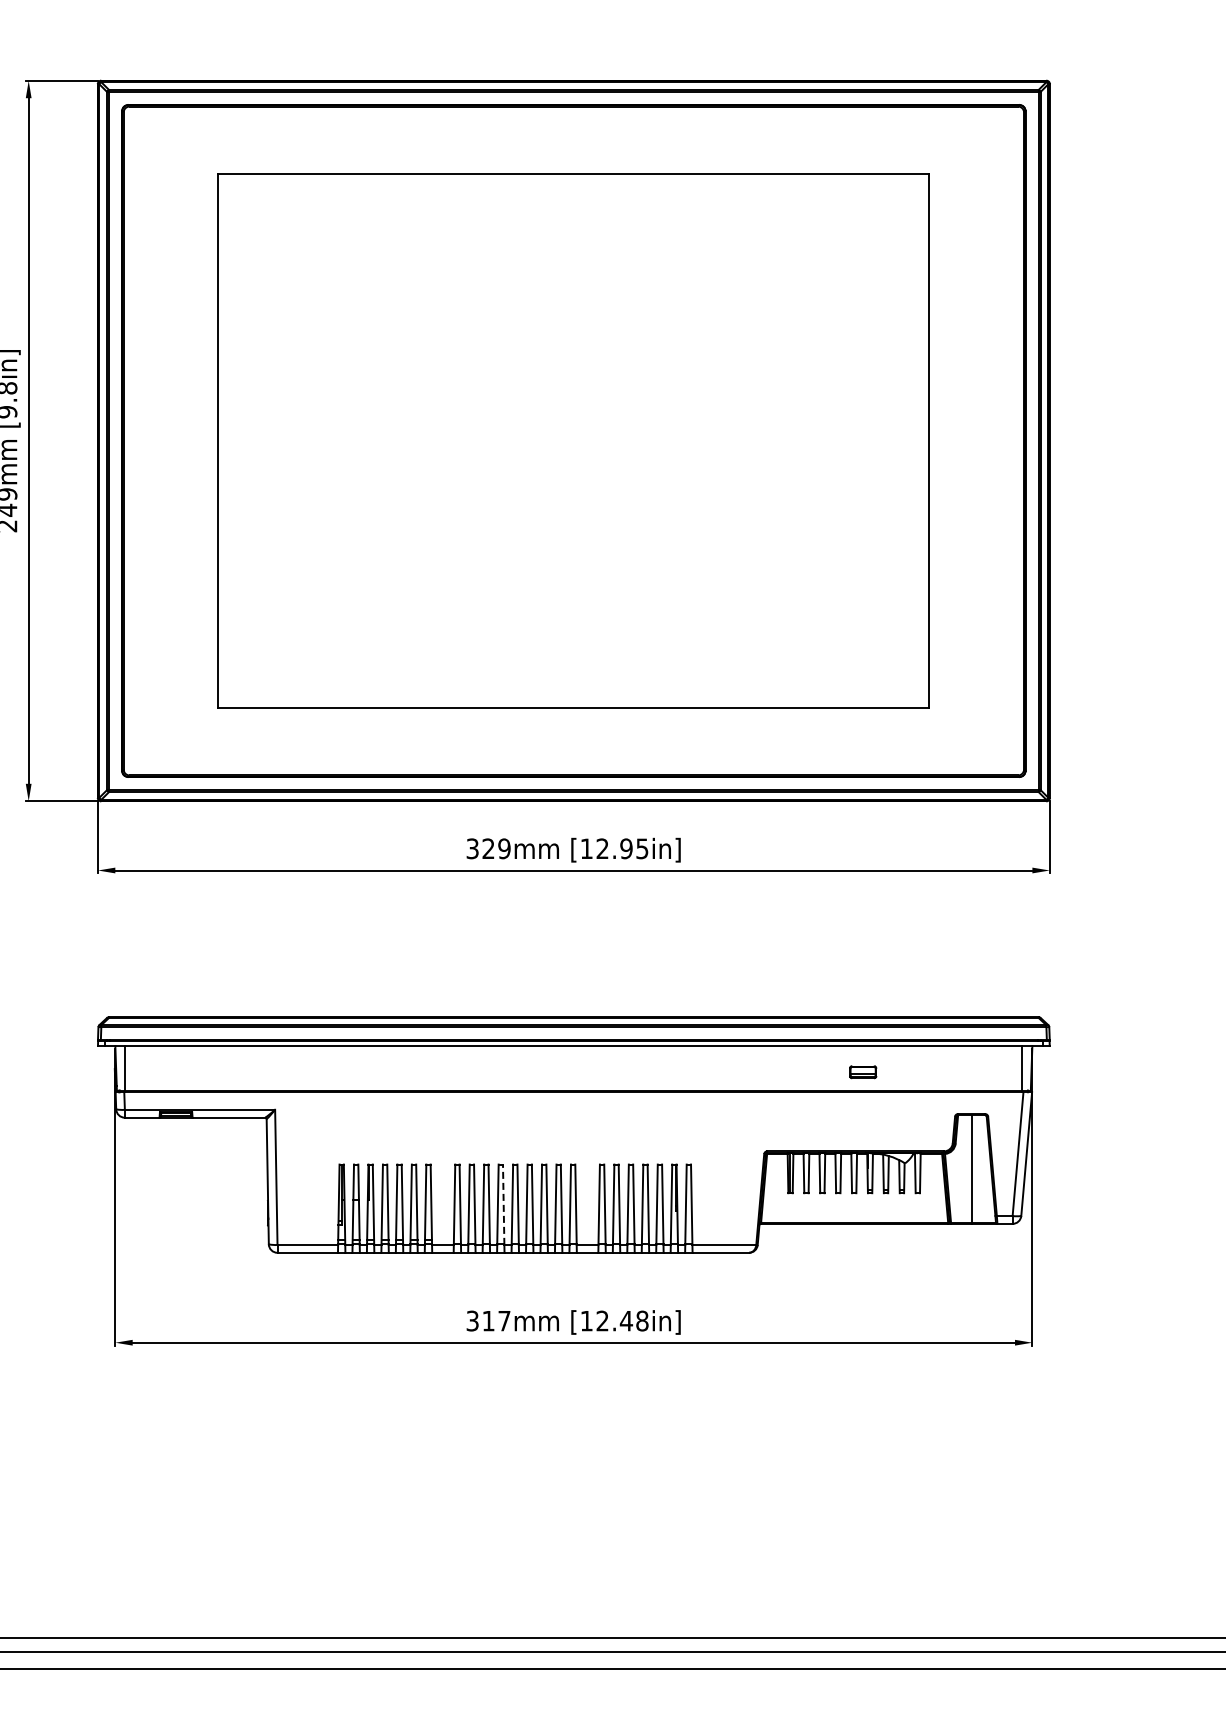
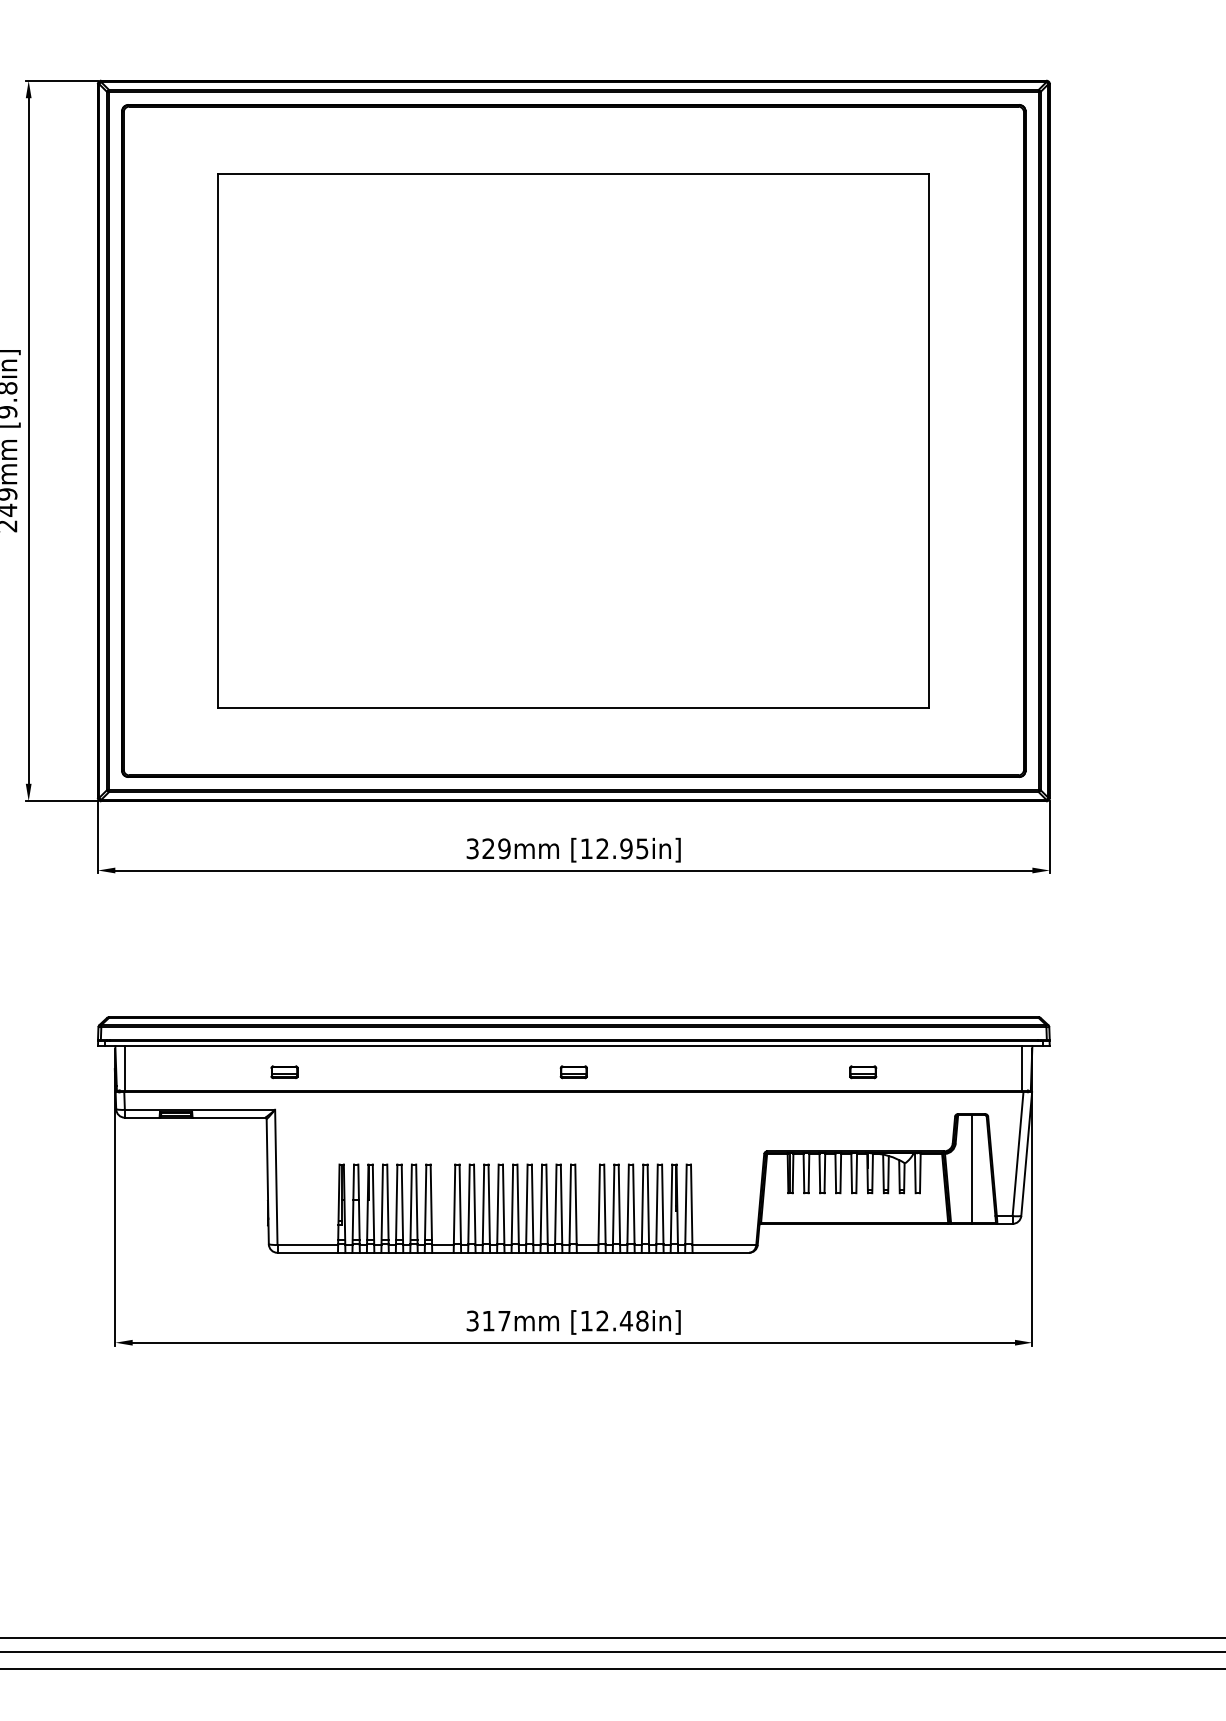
part at (284, 1072): none -> present
part at (573, 1072): none -> present
line at (503, 1204): dashed -> solid
